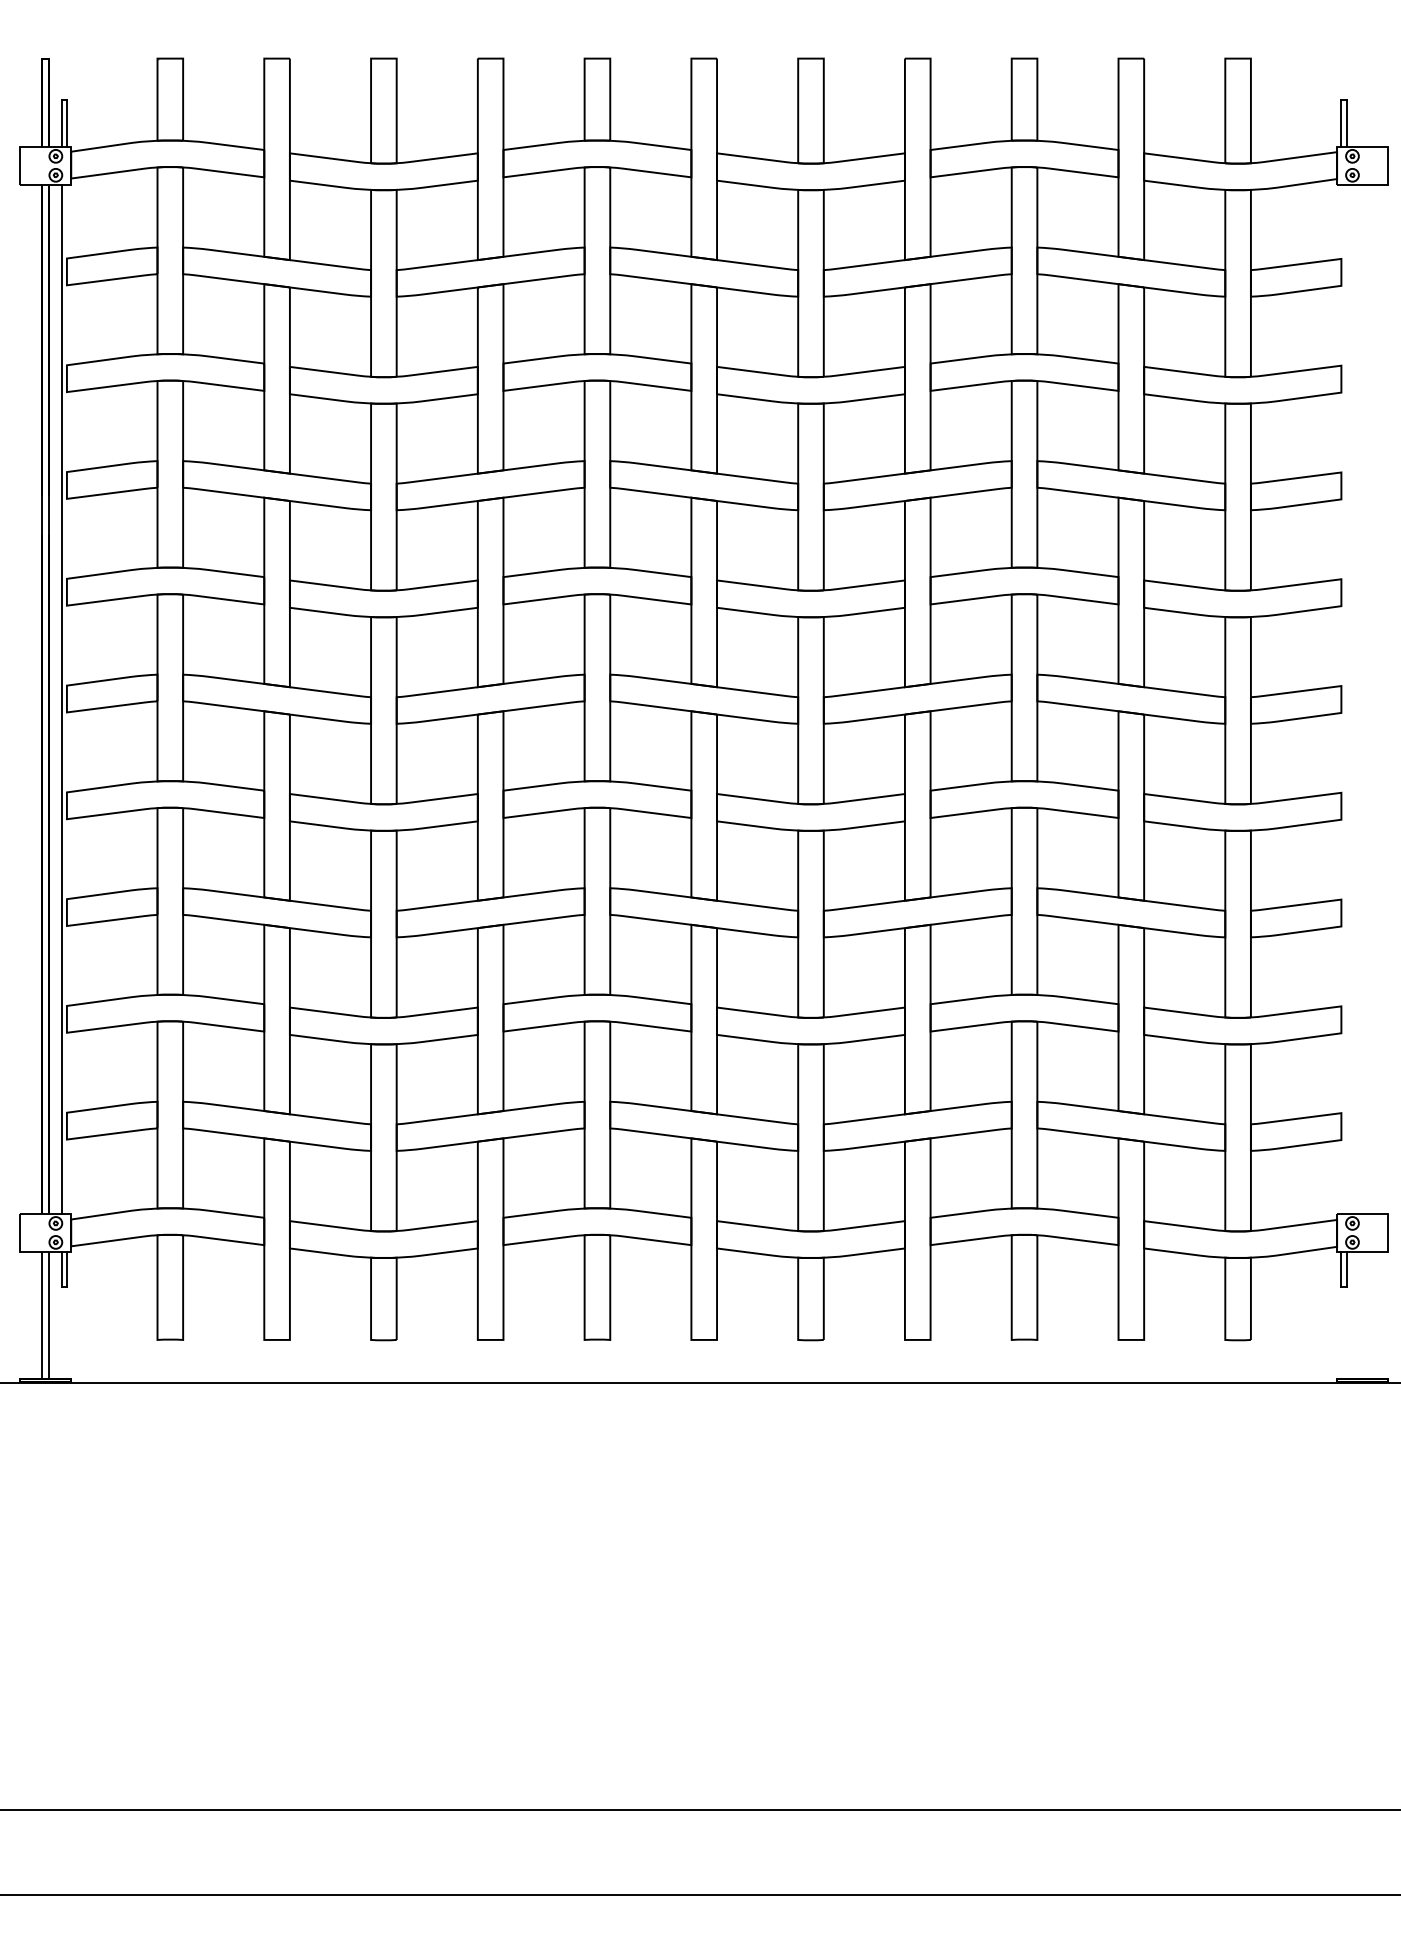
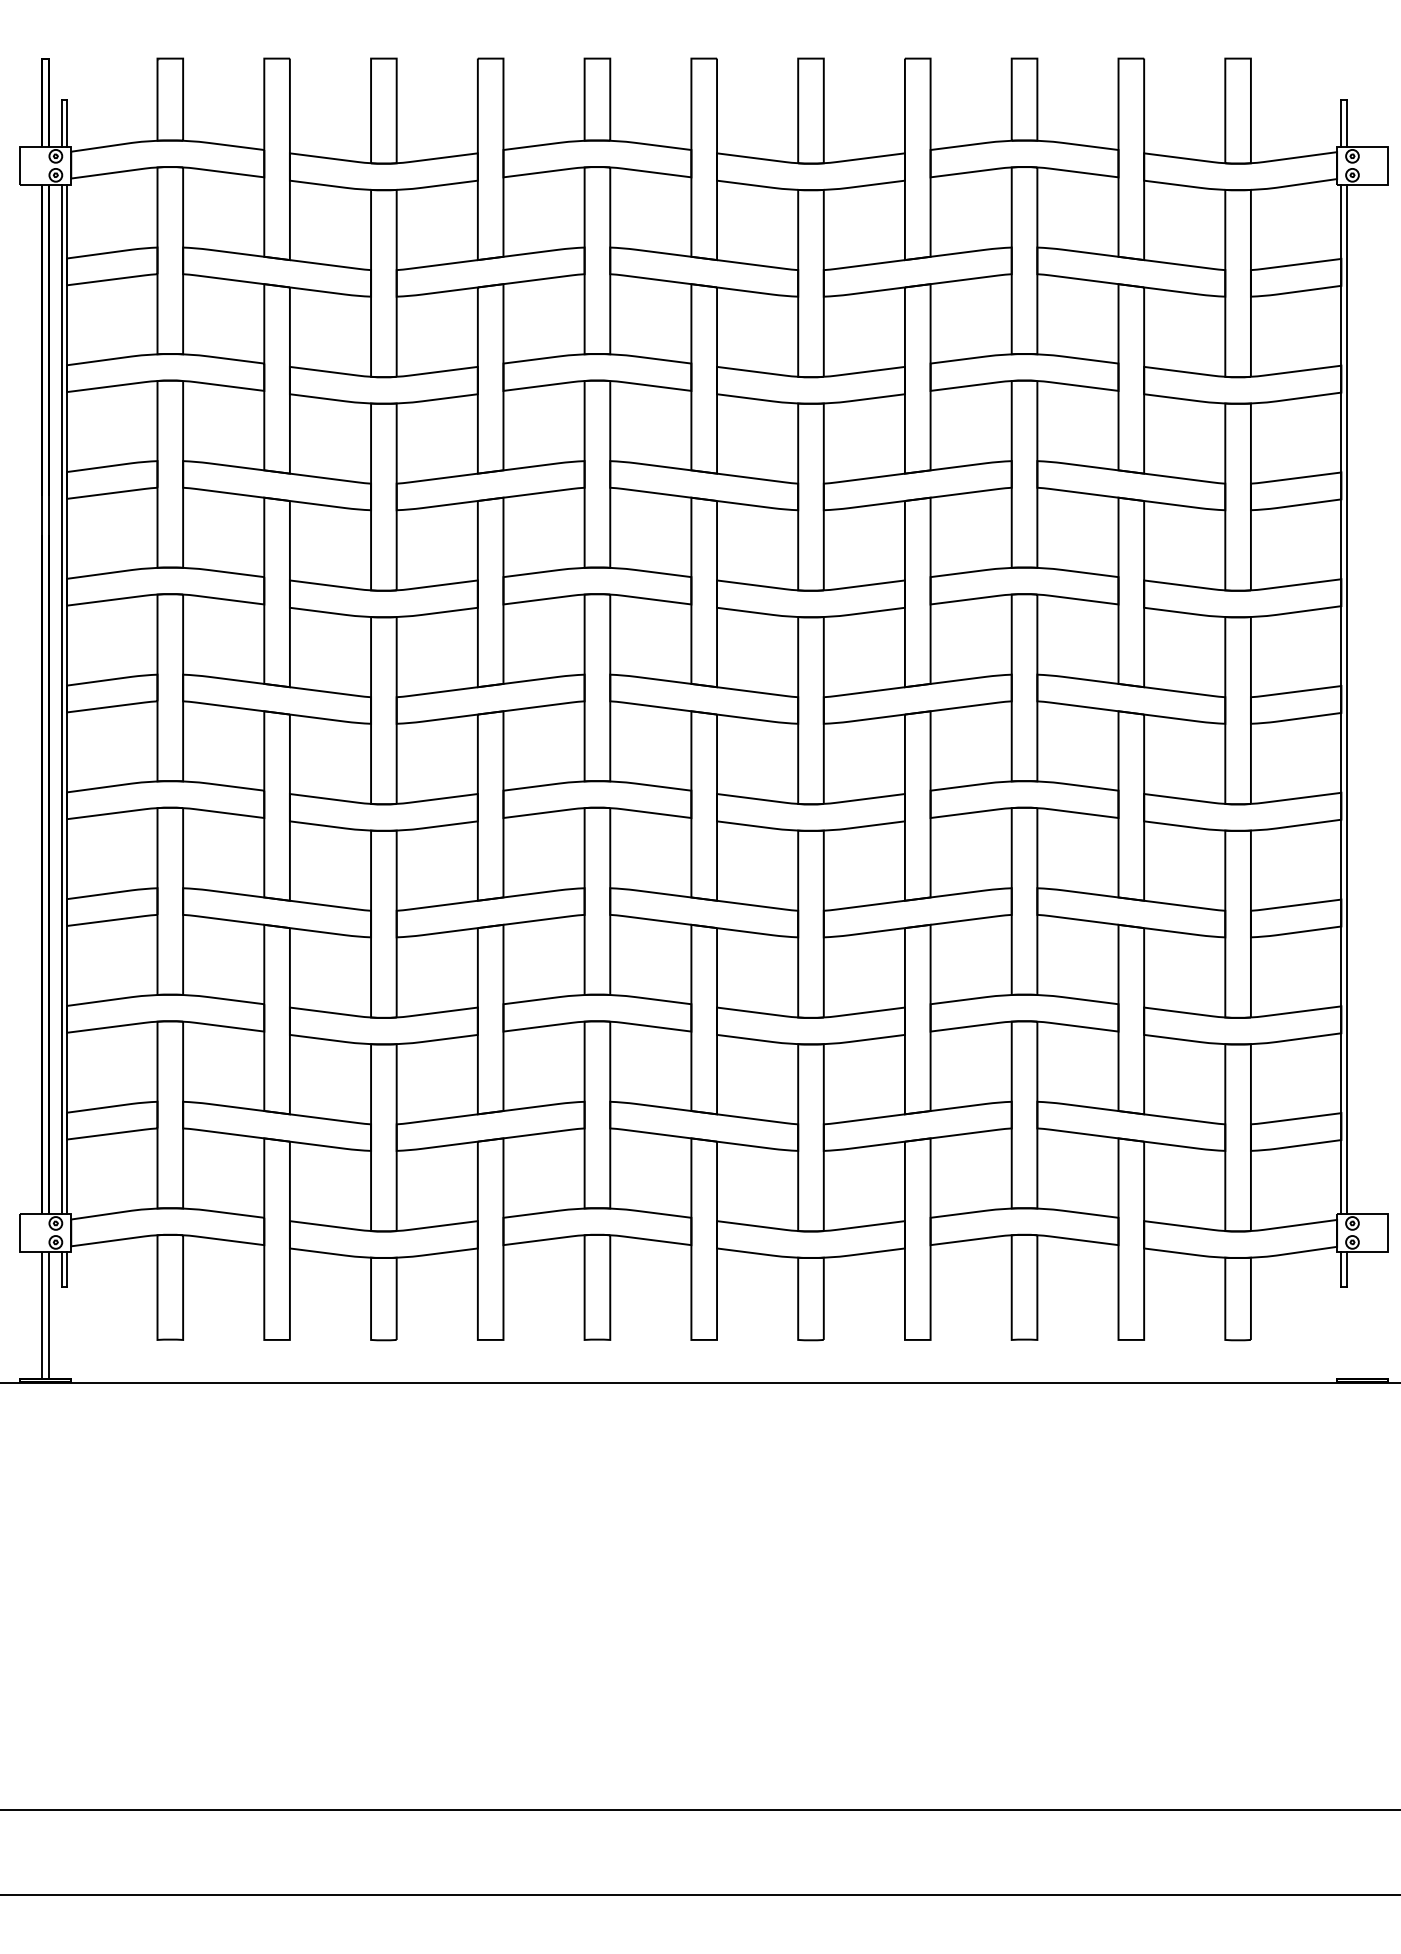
line at (66, 699): none -> present
line at (1341, 699): none -> present
line at (1346, 699): none -> present
